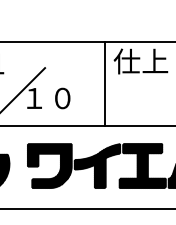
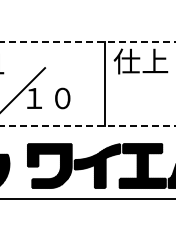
line at (88, 41): solid -> dashed
line at (88, 125): solid -> dashed
line at (87, 209) position: (87, 209) -> (87, 199)
